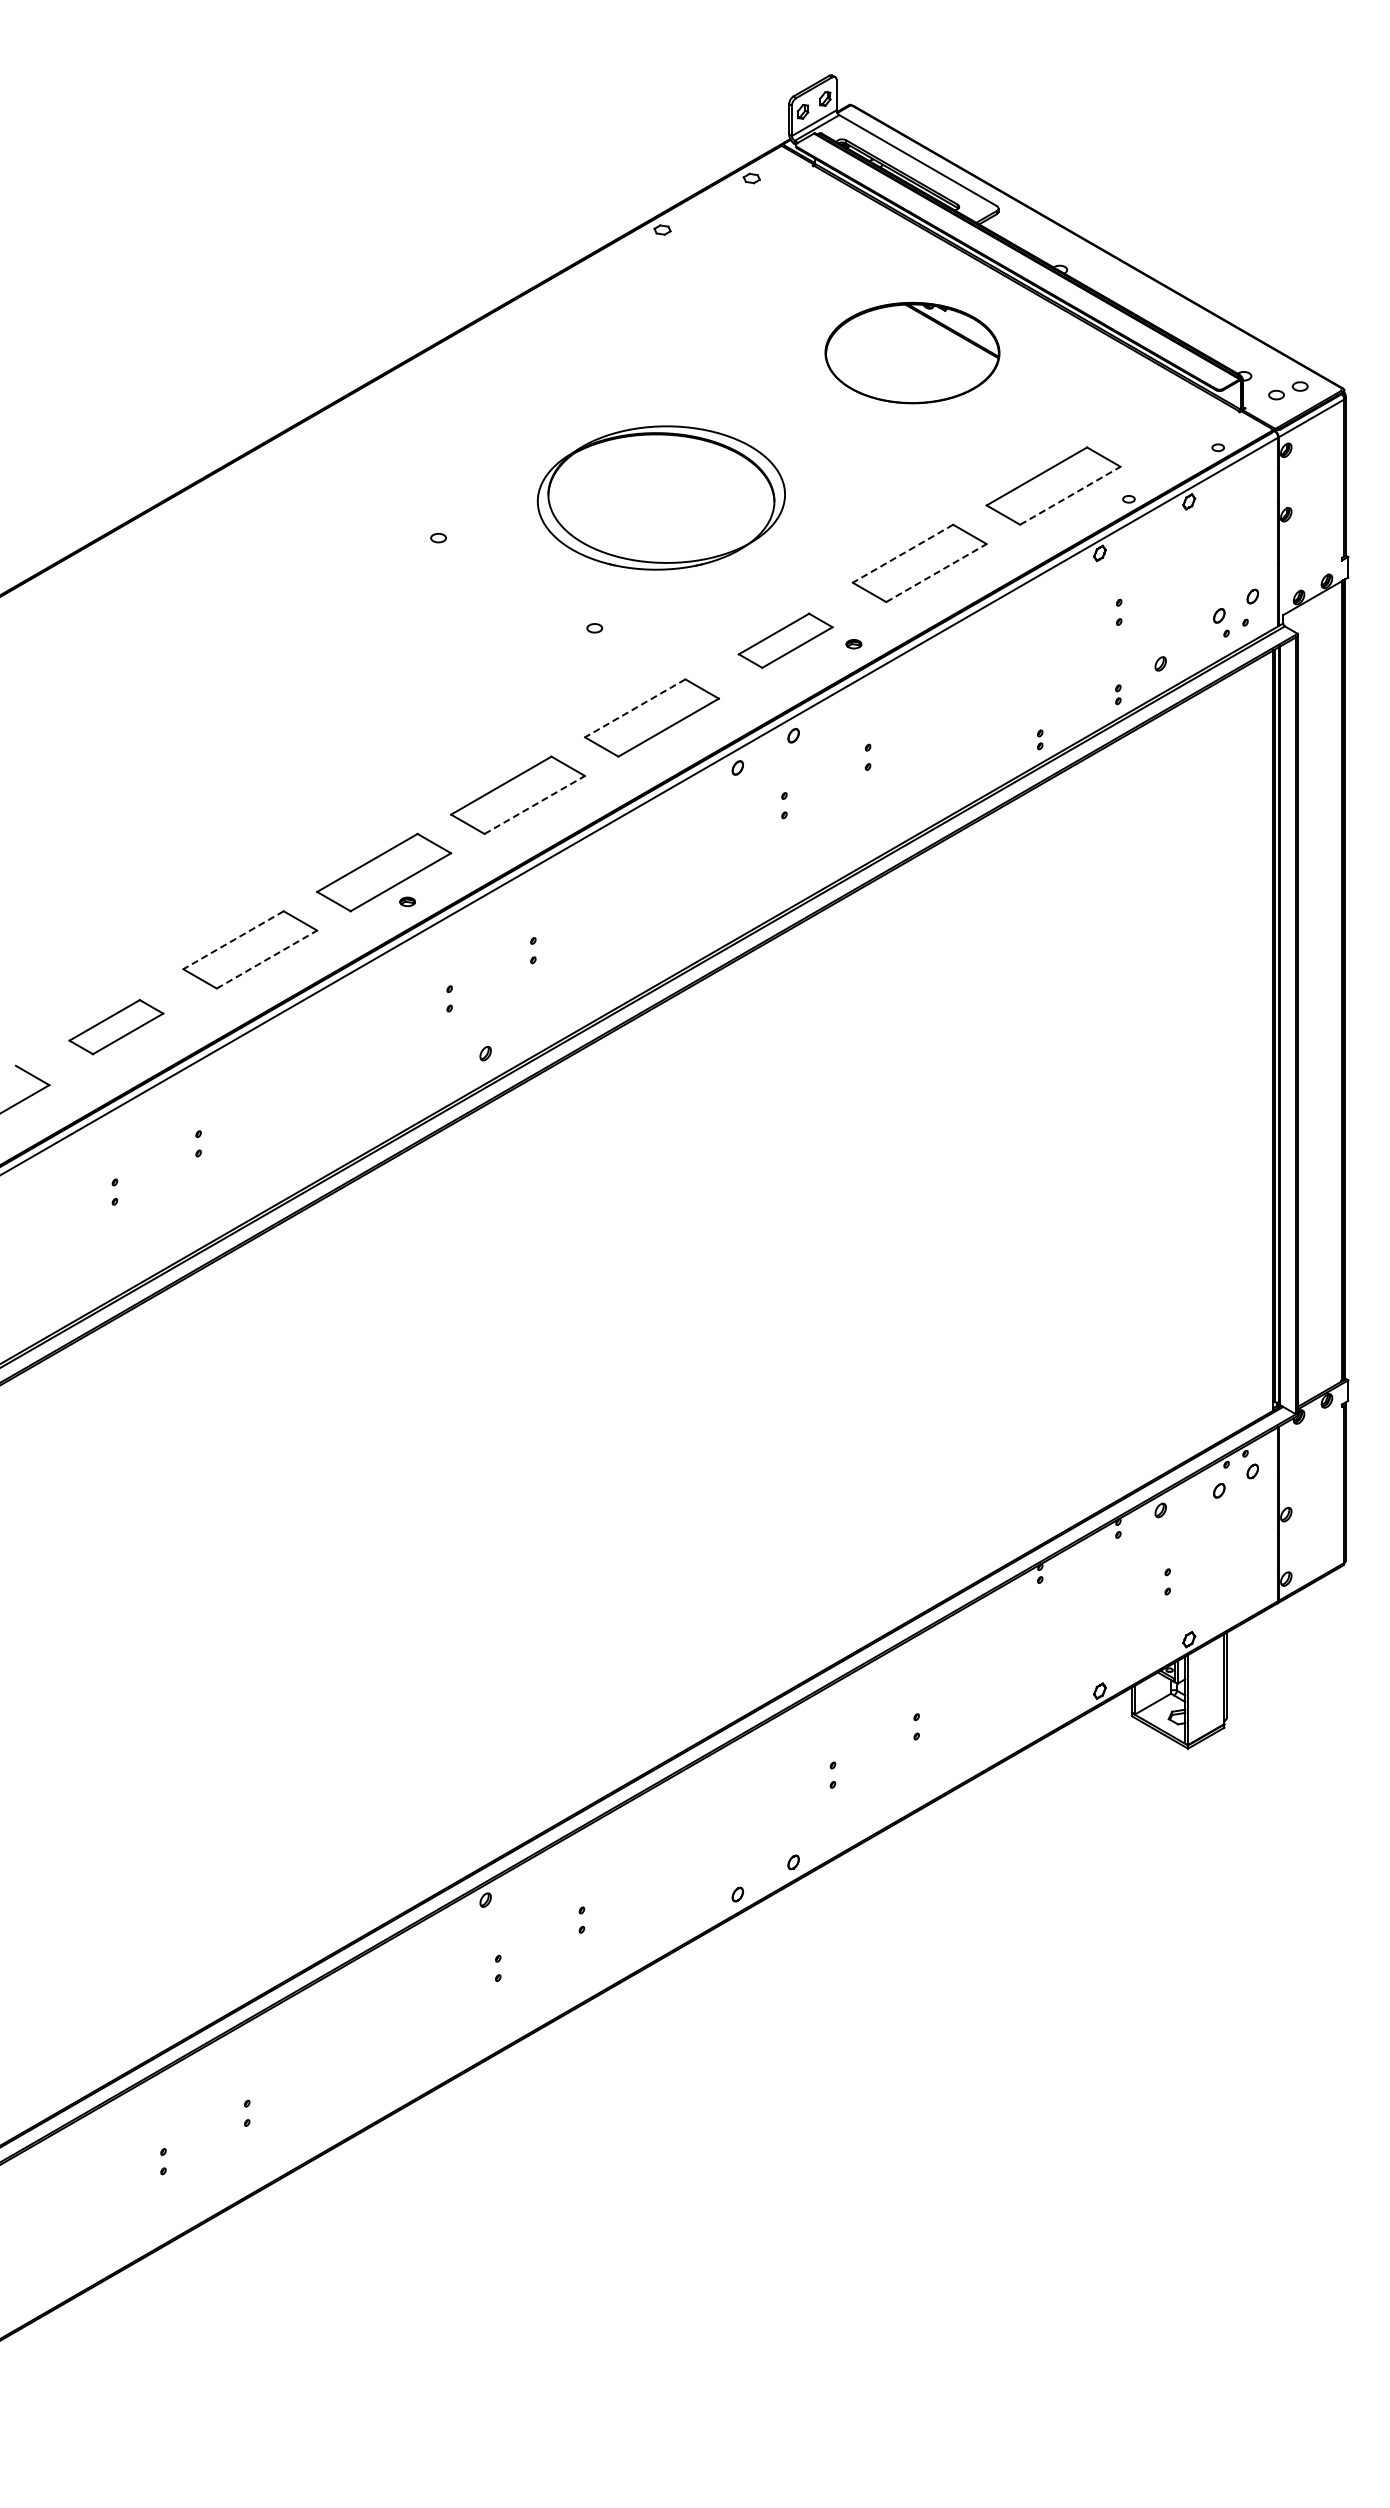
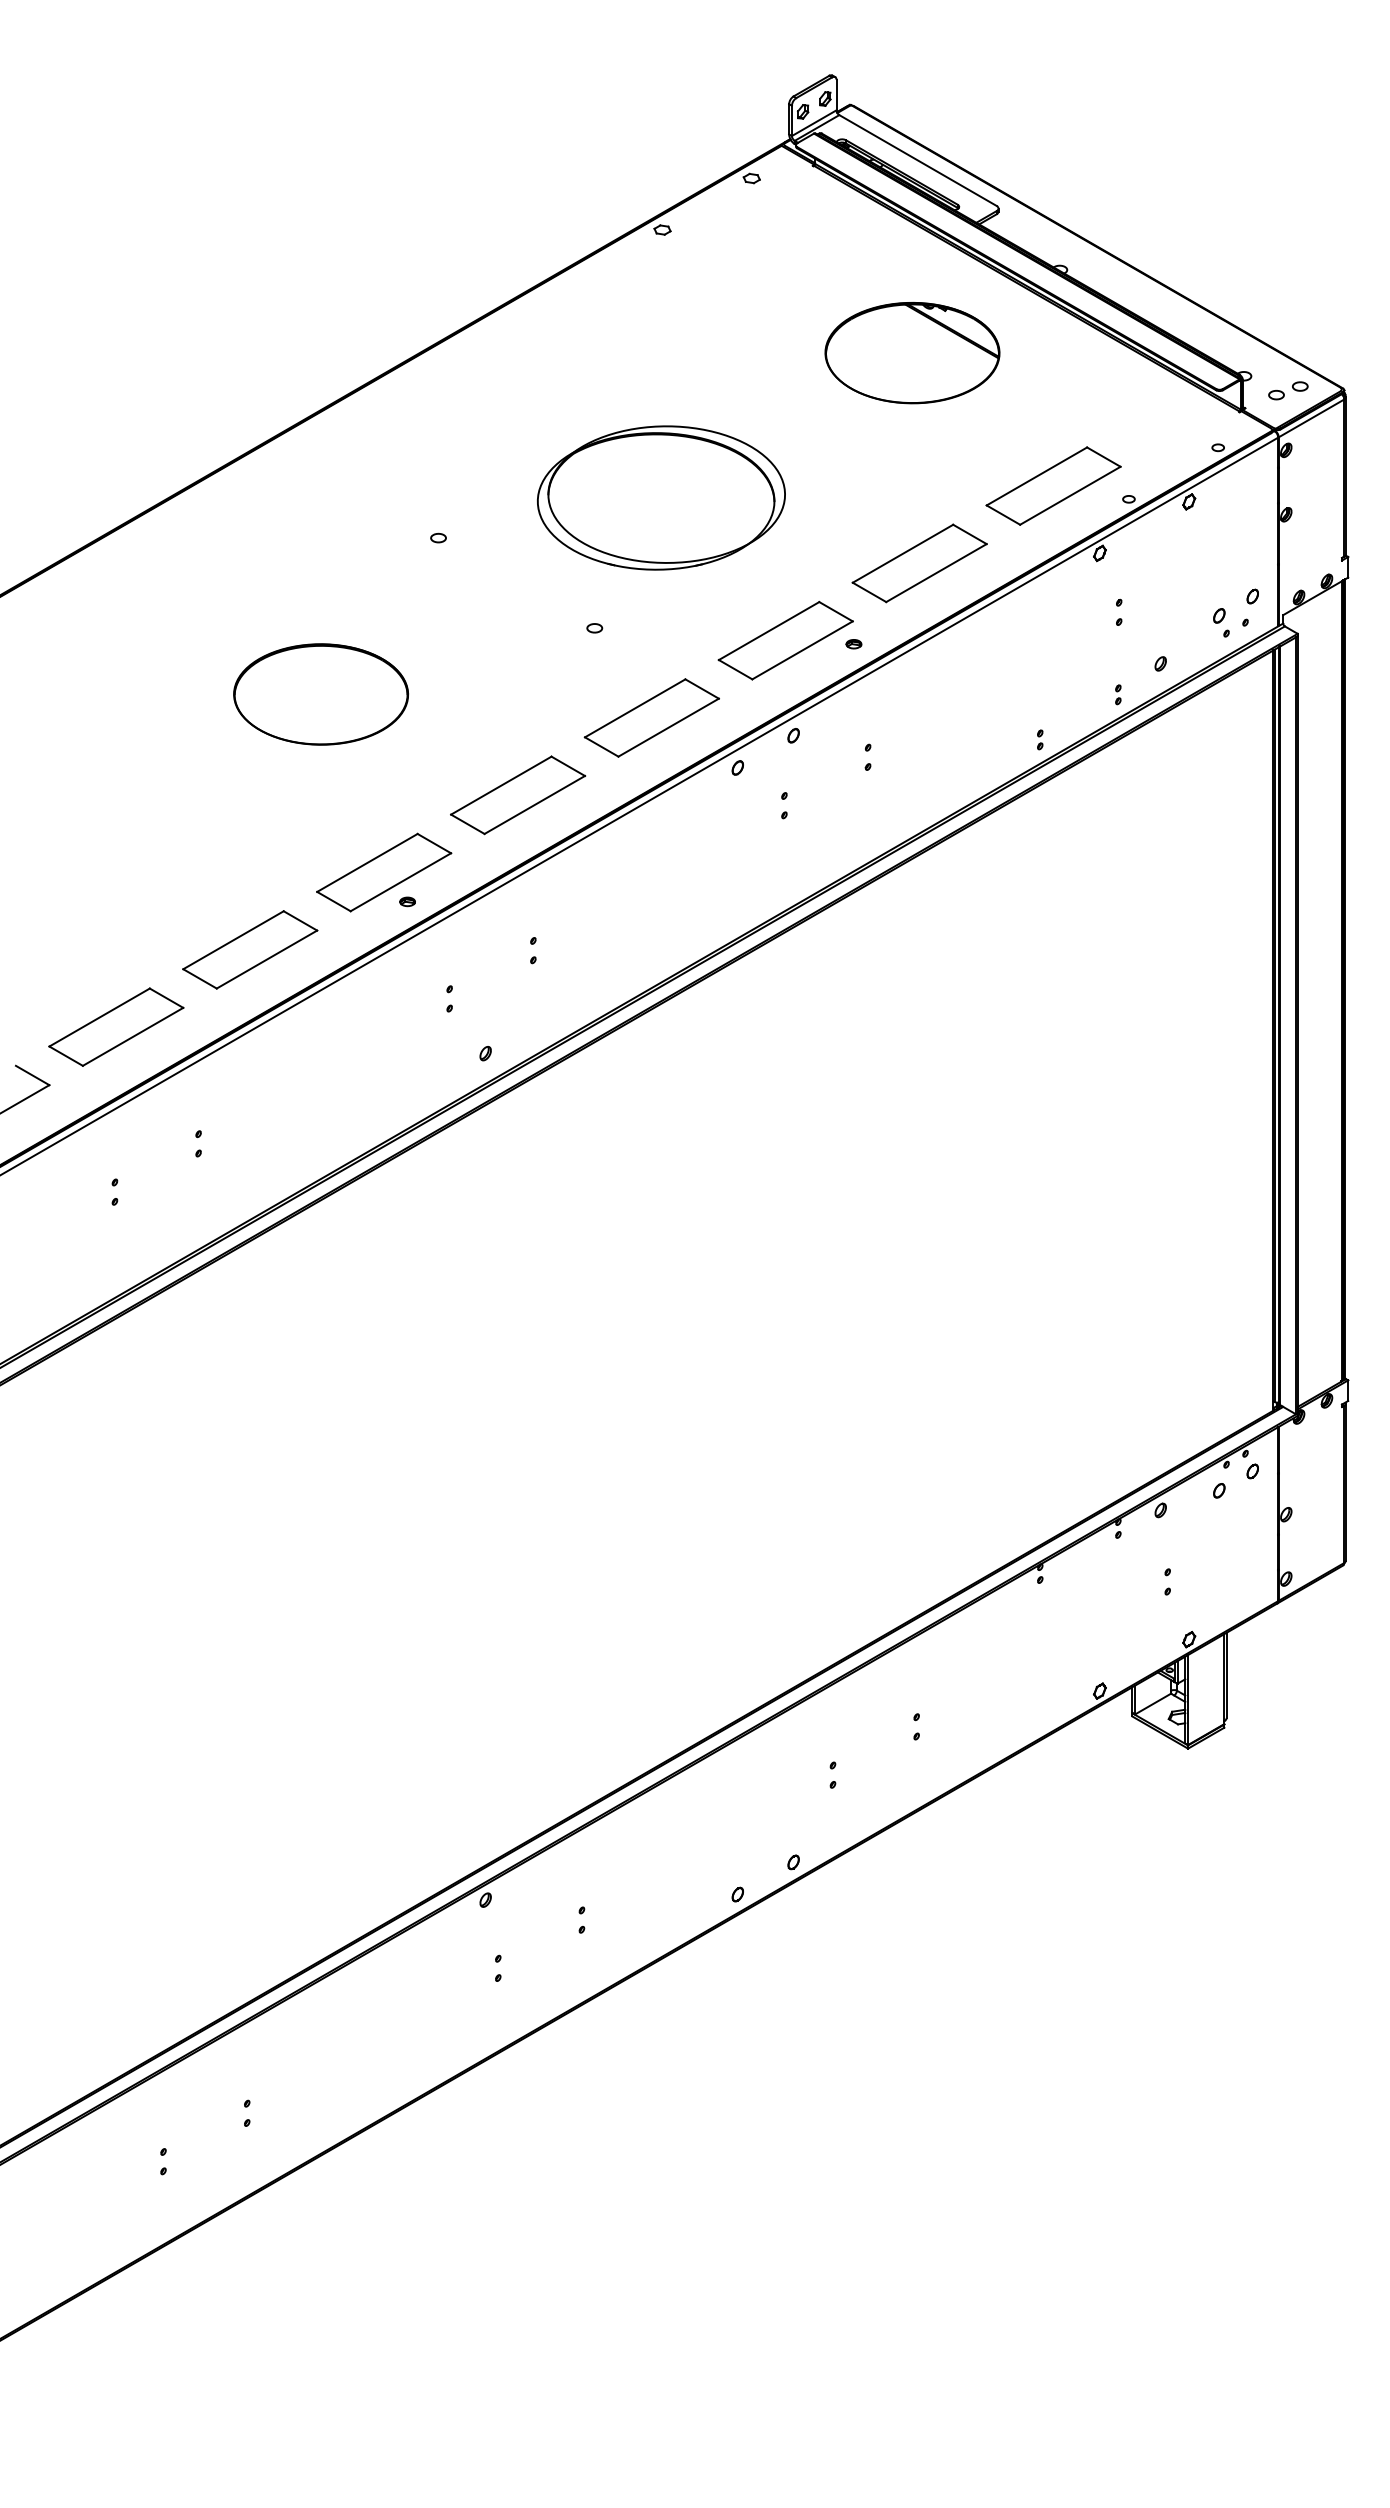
line at (1070, 495): dashed -> solid
line at (903, 553): dashed -> solid
line at (936, 573): dashed -> solid
part at (785, 640) size: 97x57 px -> 137x80 px
part at (320, 694): none -> present
line at (635, 708): dashed -> solid
line at (534, 804): dashed -> solid
line at (233, 940): dashed -> solid
line at (267, 959): dashed -> solid
part at (116, 1027) size: 97x57 px -> 137x80 px
